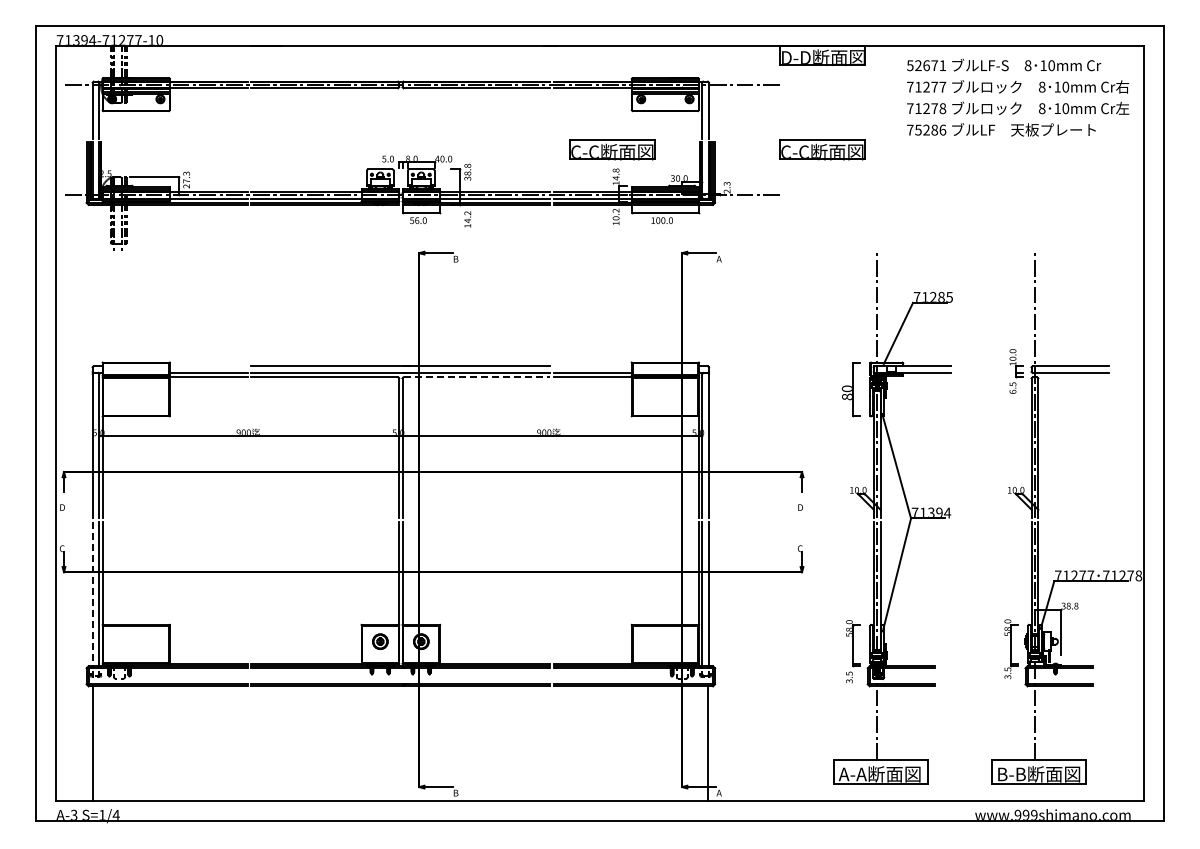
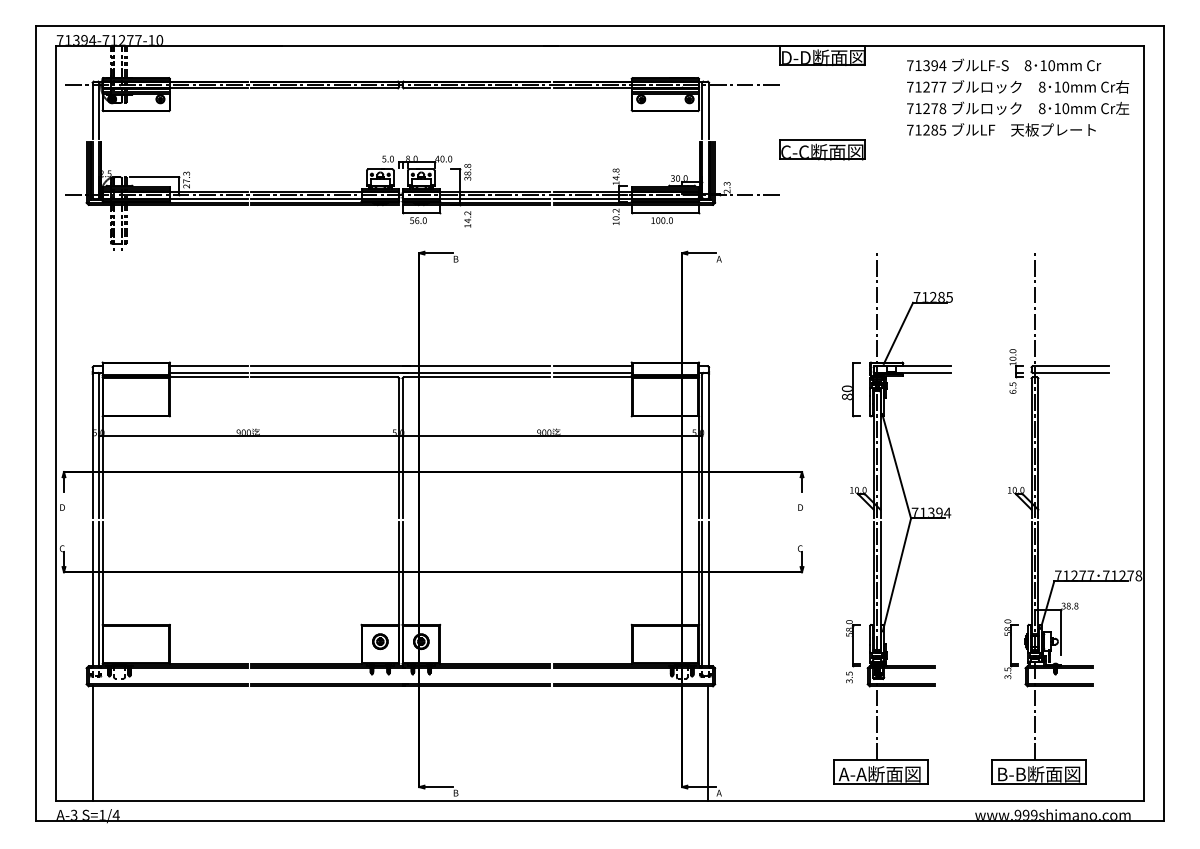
text at (926, 65): 52671 -> 71394
text at (930, 129): 75286 -> 71285
part at (612, 149): present -> none
line at (208, 366): none -> present
line at (592, 366): none -> present
line at (477, 377): dashed -> solid
line at (92, 594): dashed -> solid
